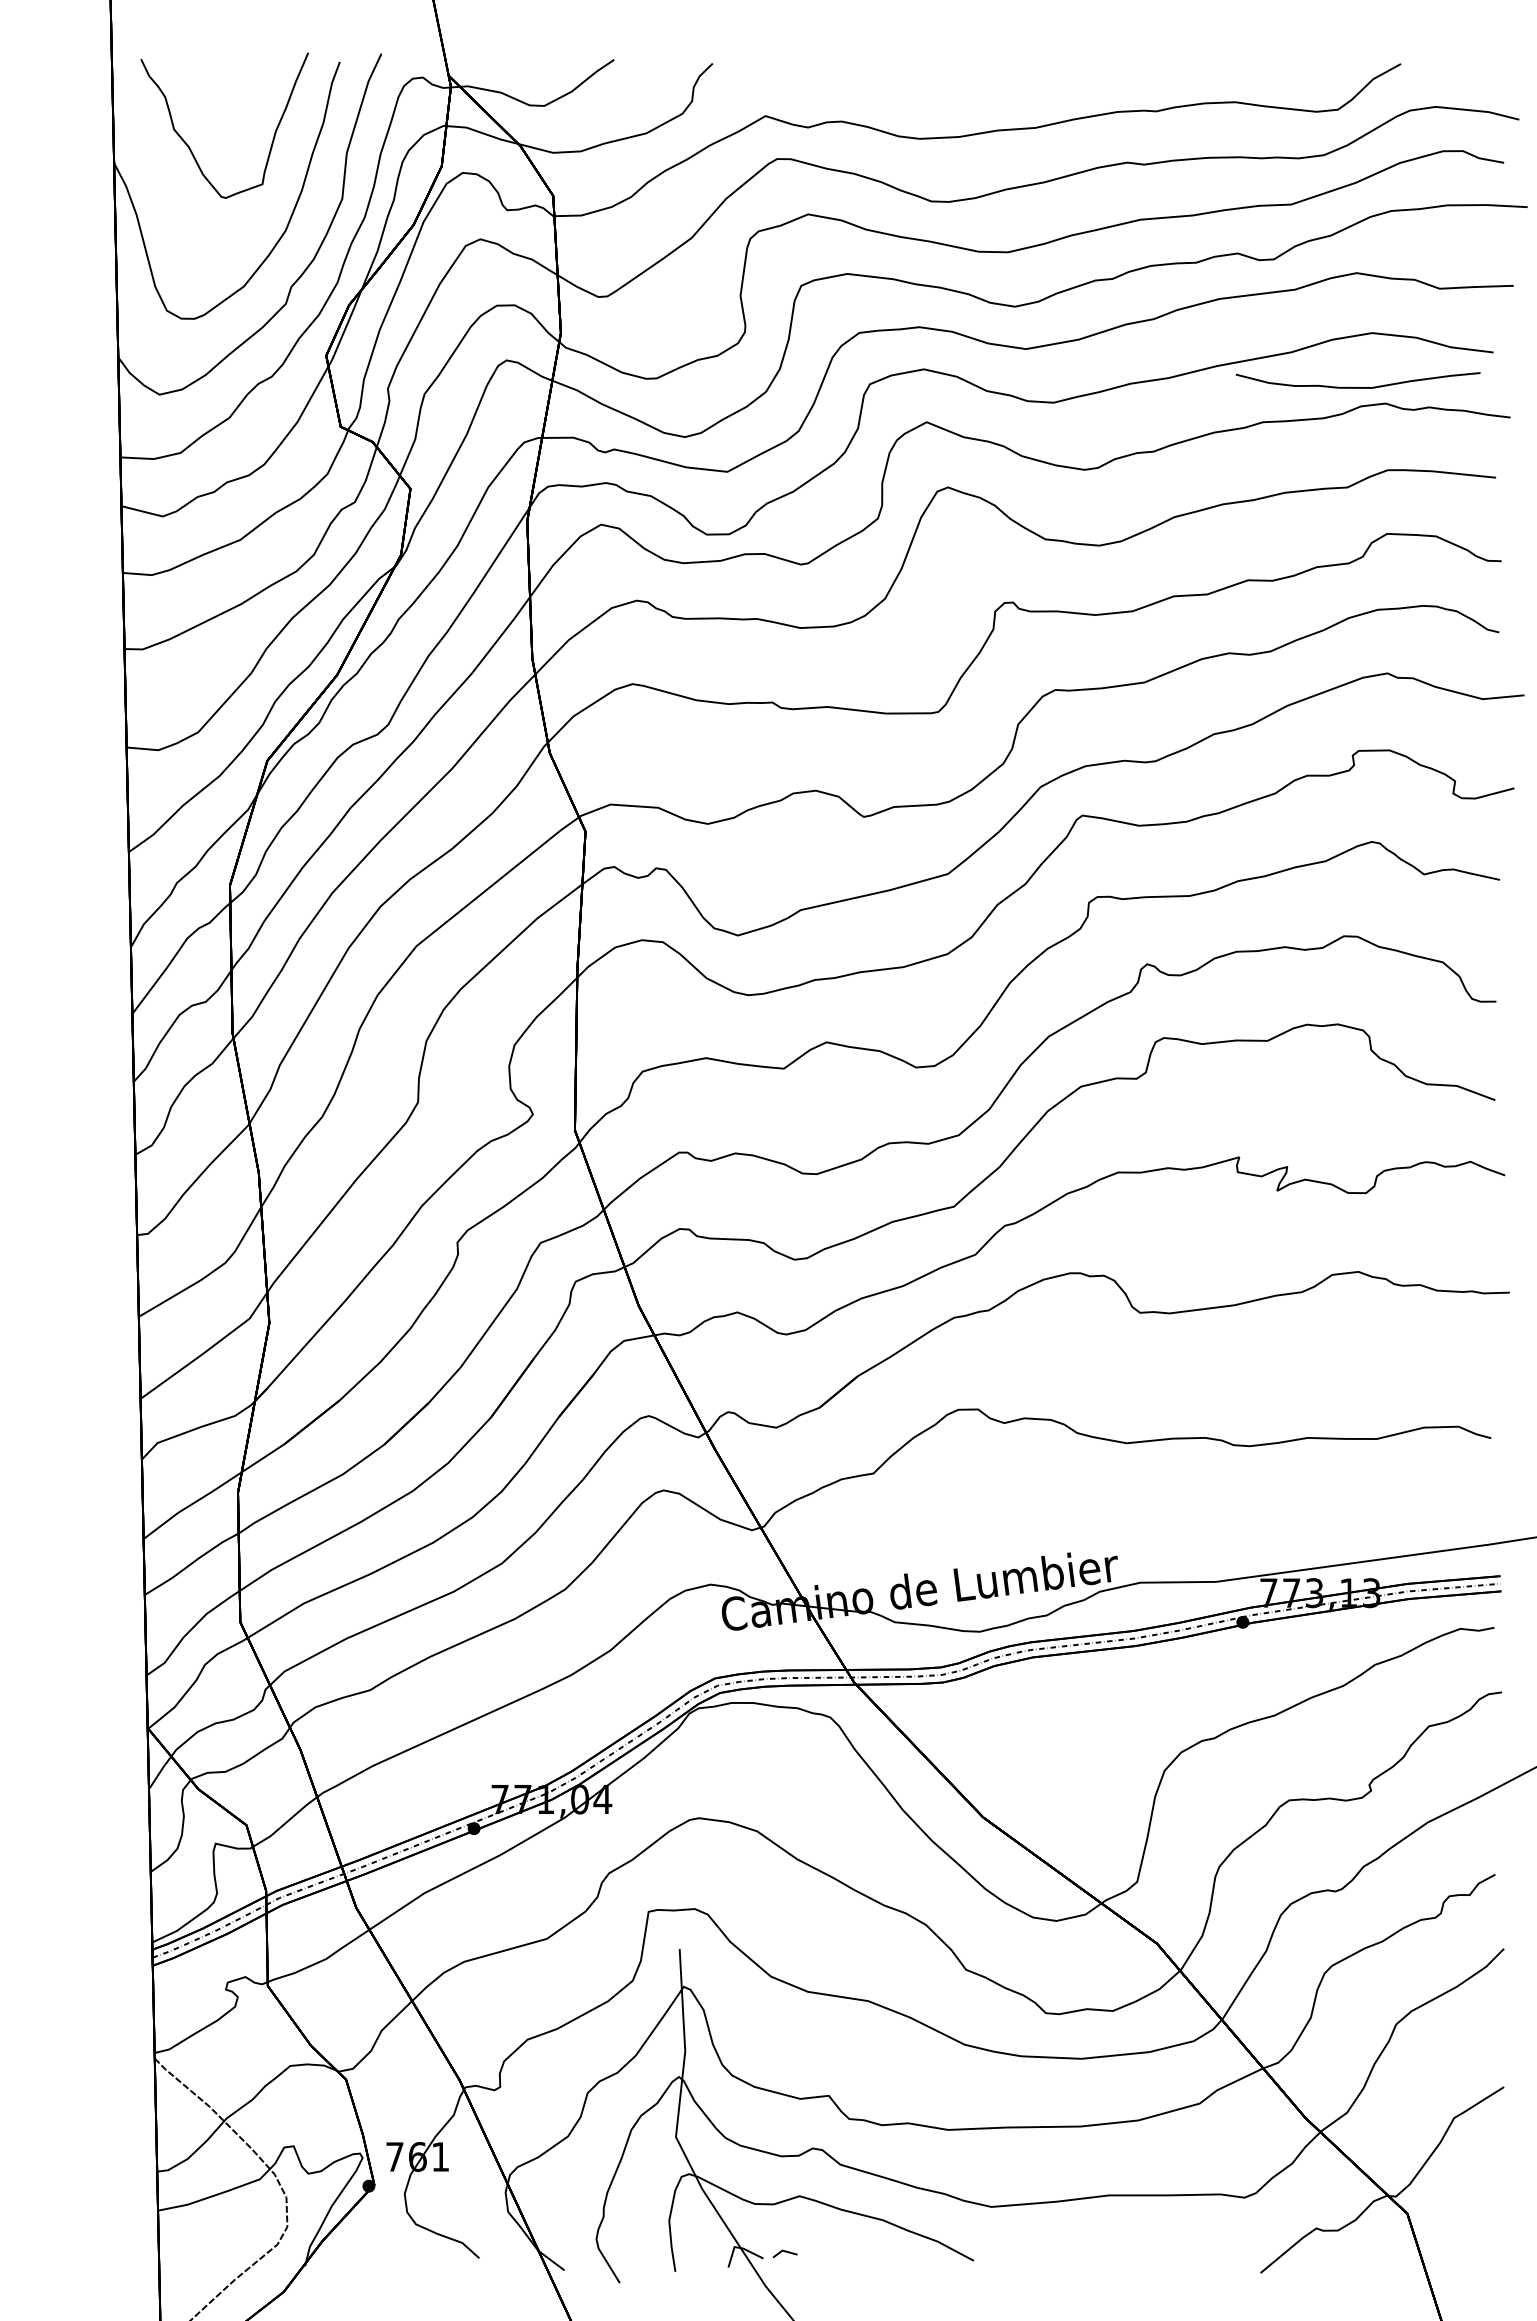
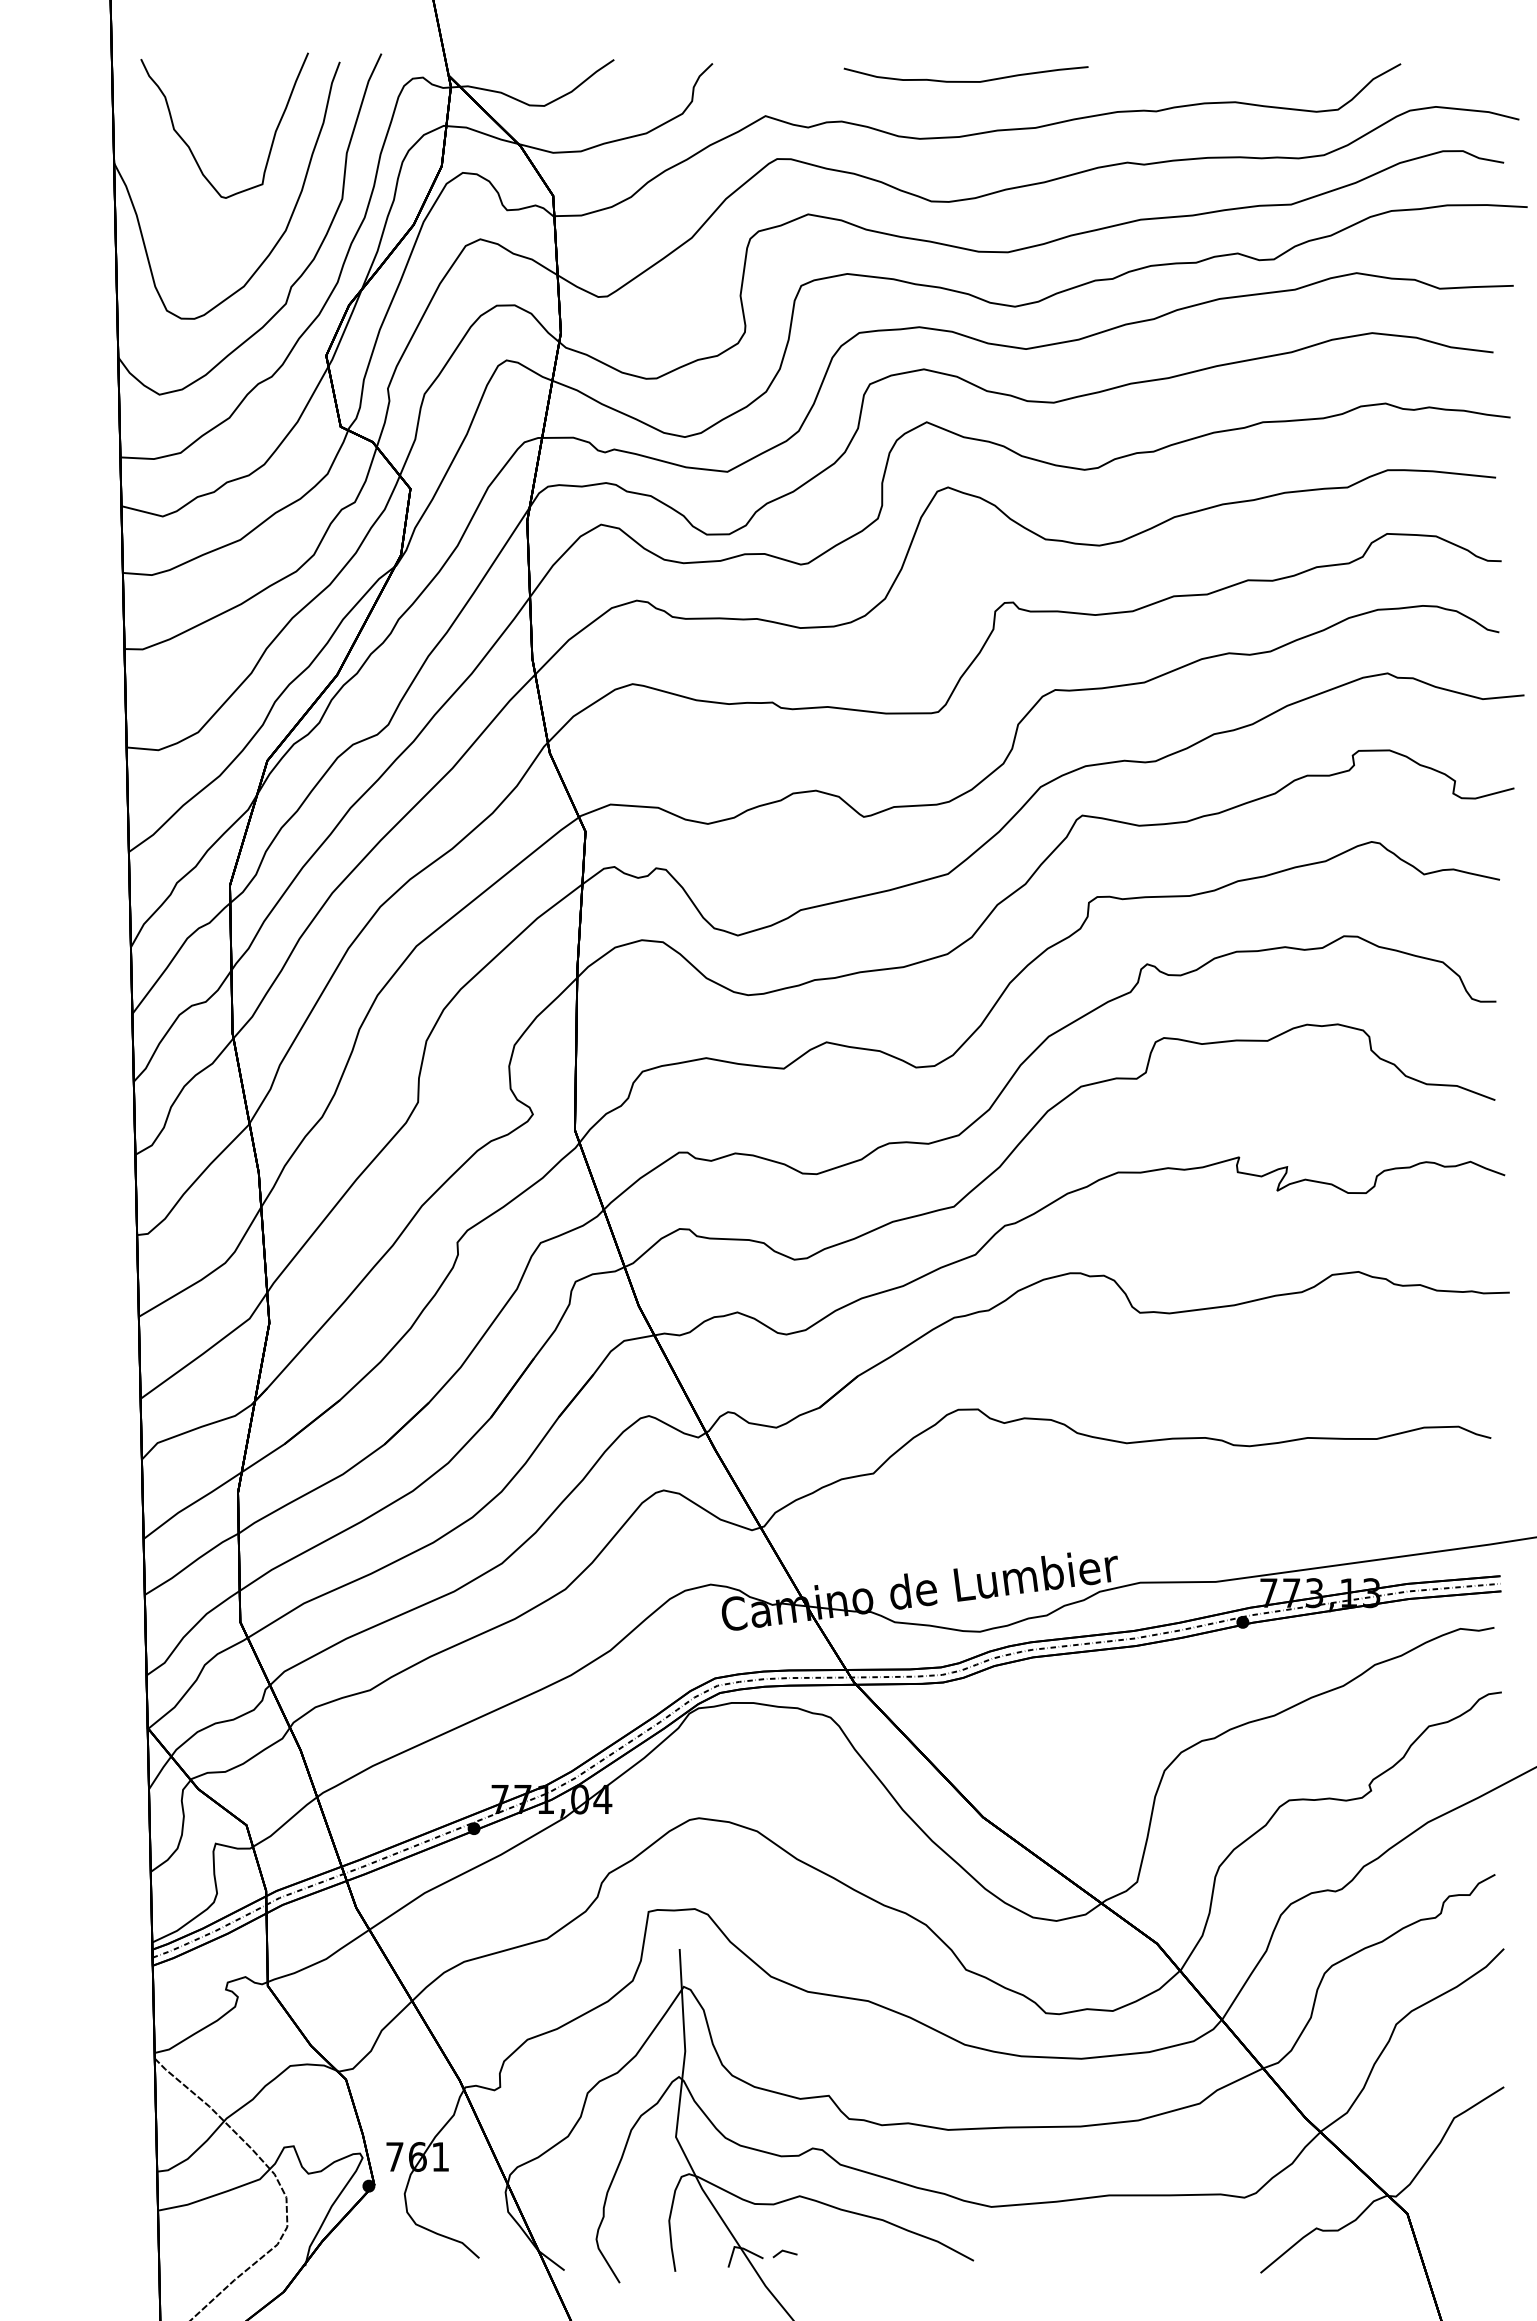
curve at (1357, 387) position: (1357, 387) -> (965, 81)
